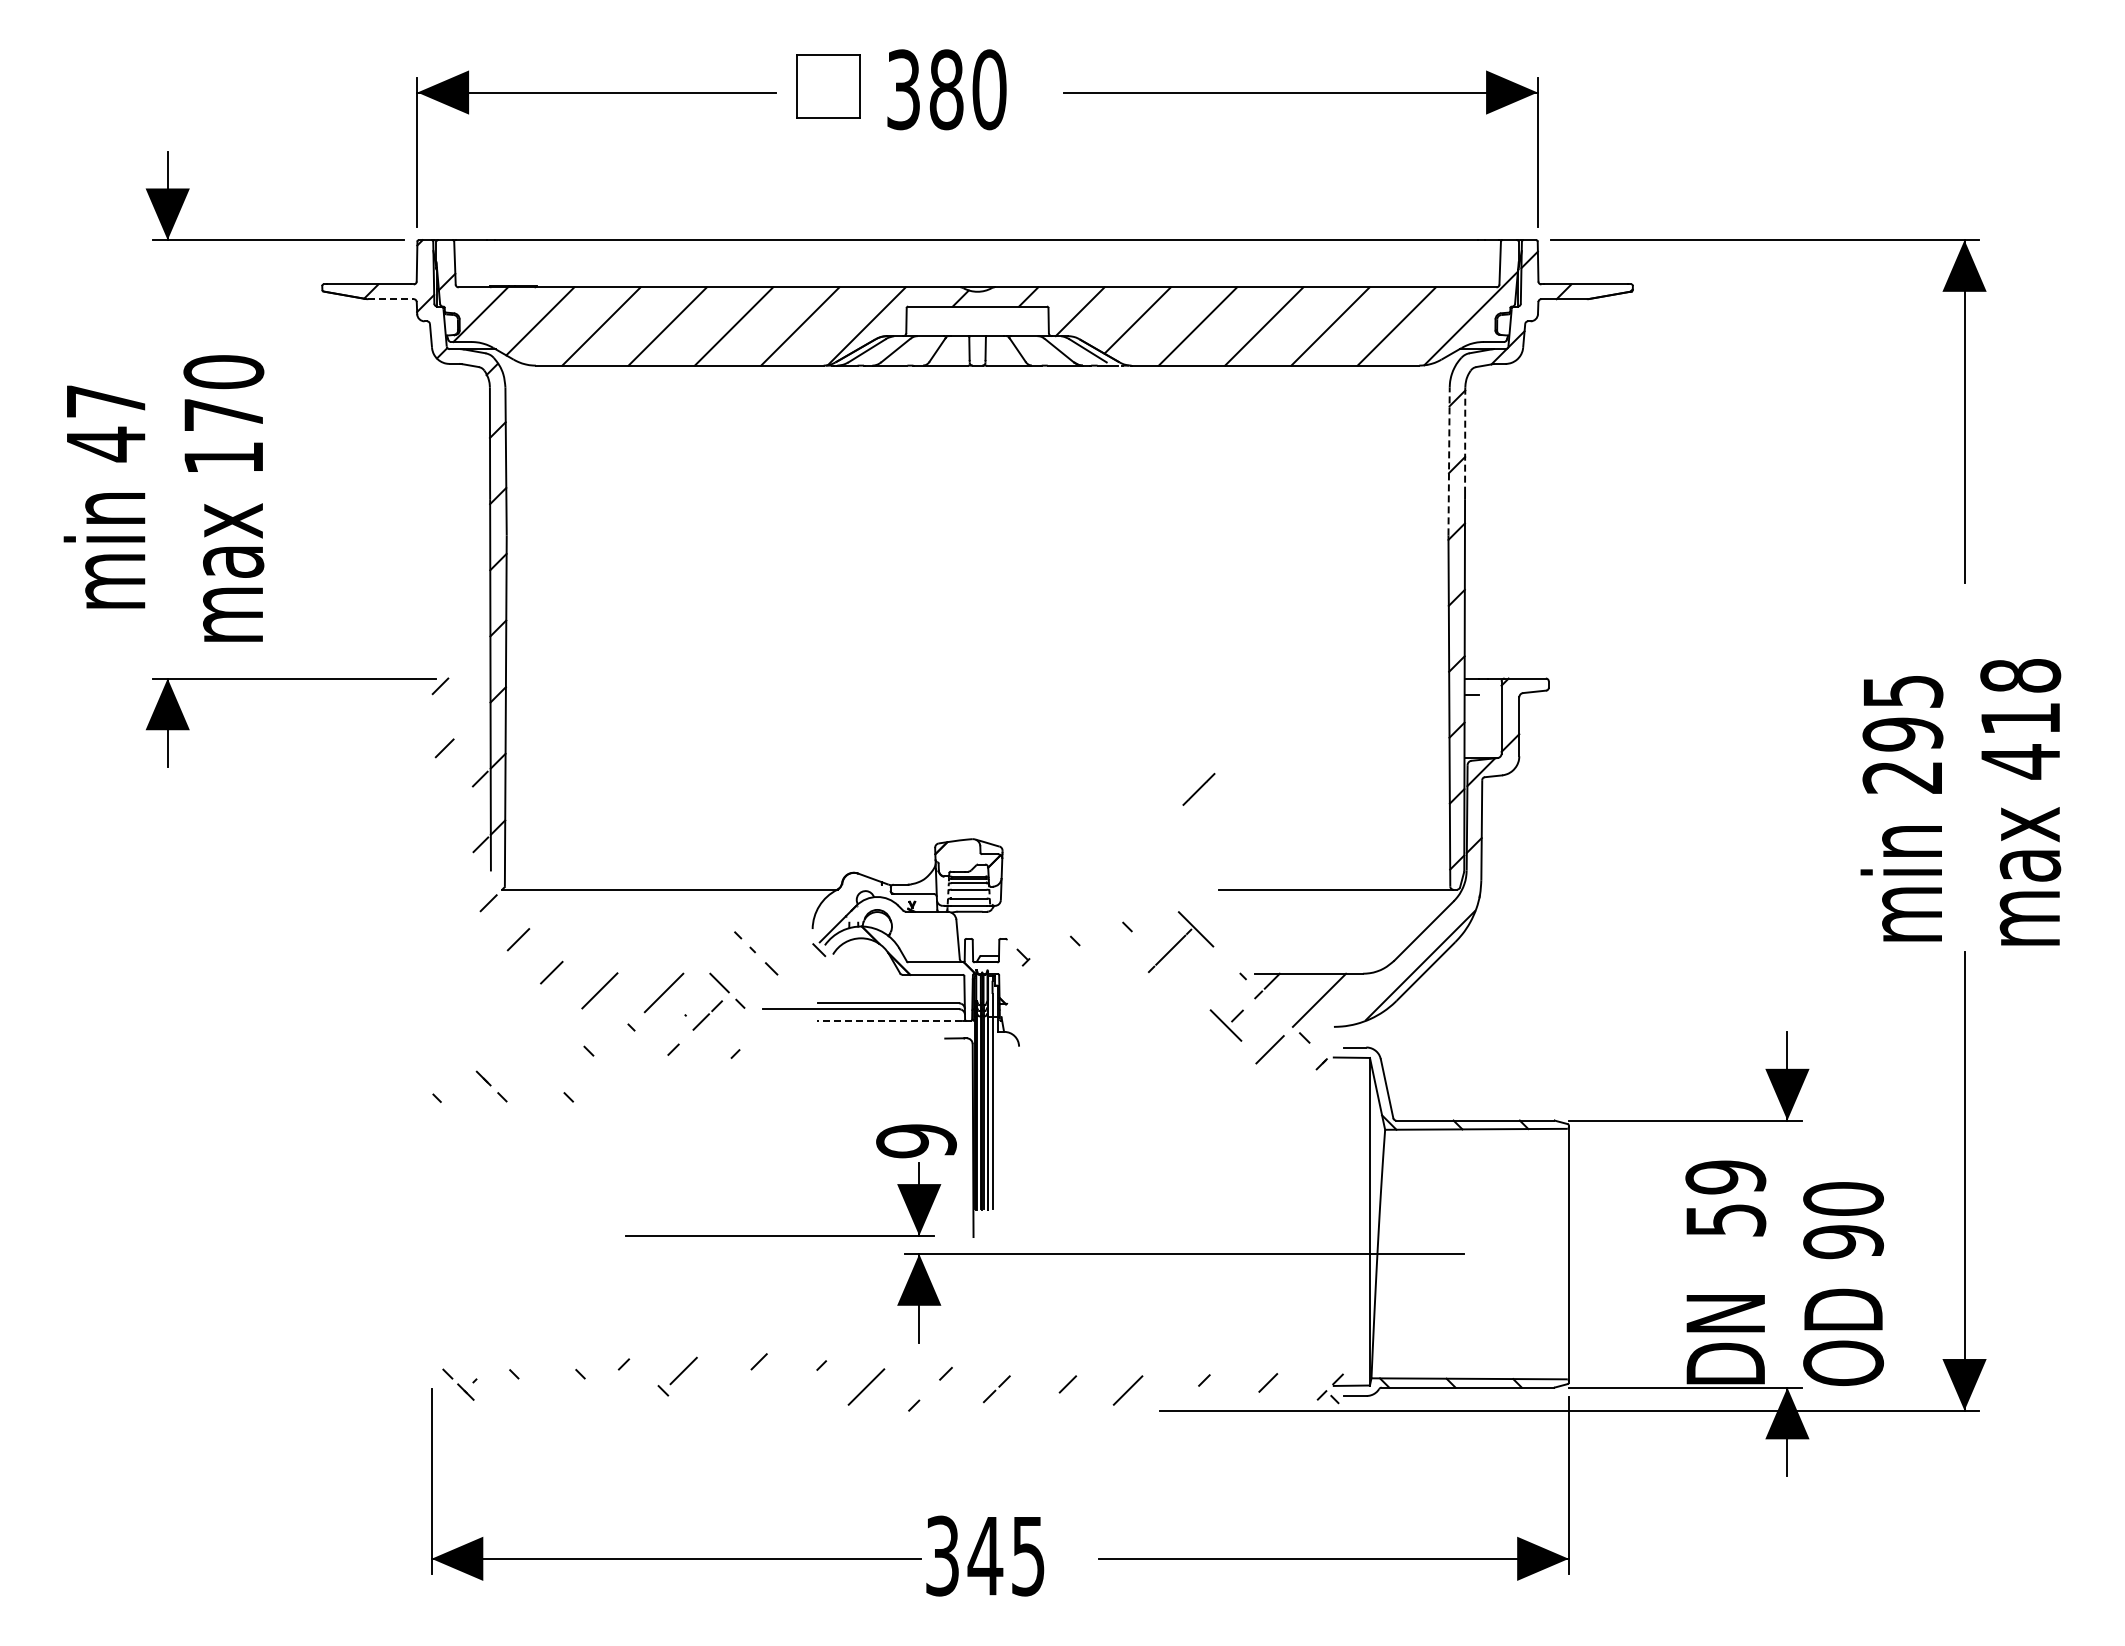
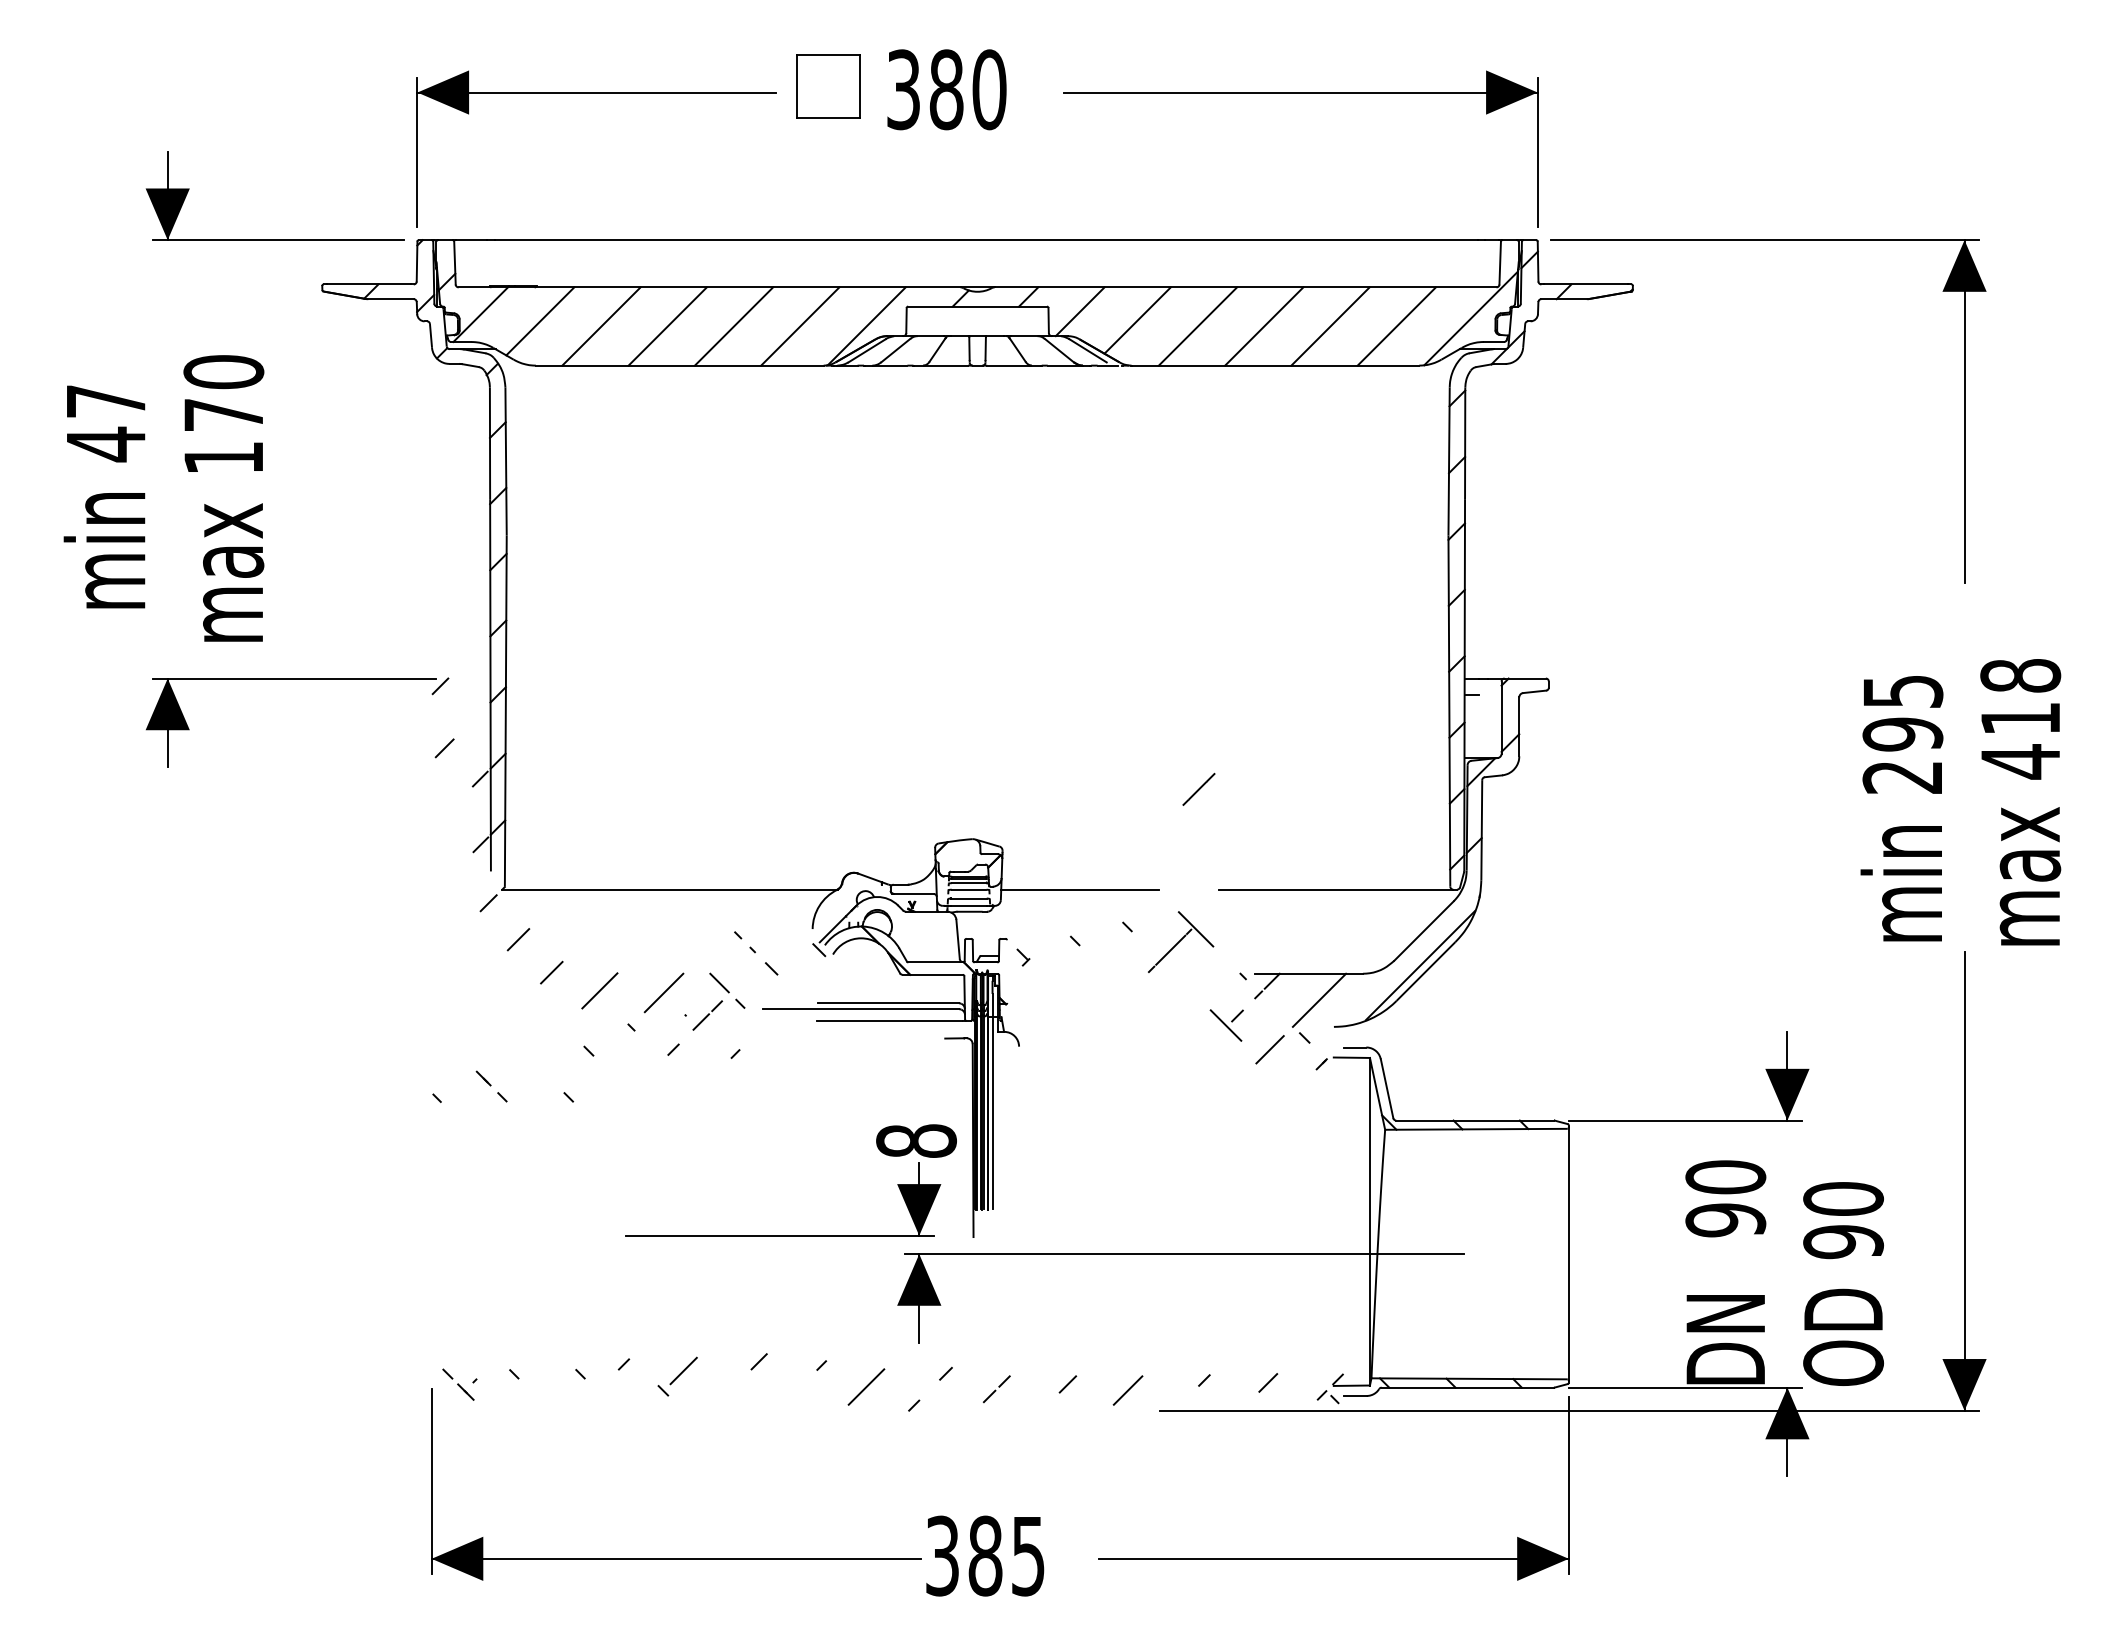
line at (391, 299): dashed -> solid
line at (1465, 439): dashed -> solid
line at (1449, 461): dashed -> solid
line at (1079, 889): none -> present
line at (889, 1020): dashed -> solid
text at (916, 1141): 9 -> 8
text at (1725, 1198): 59 -> 90
text at (985, 1555): 345 -> 385
